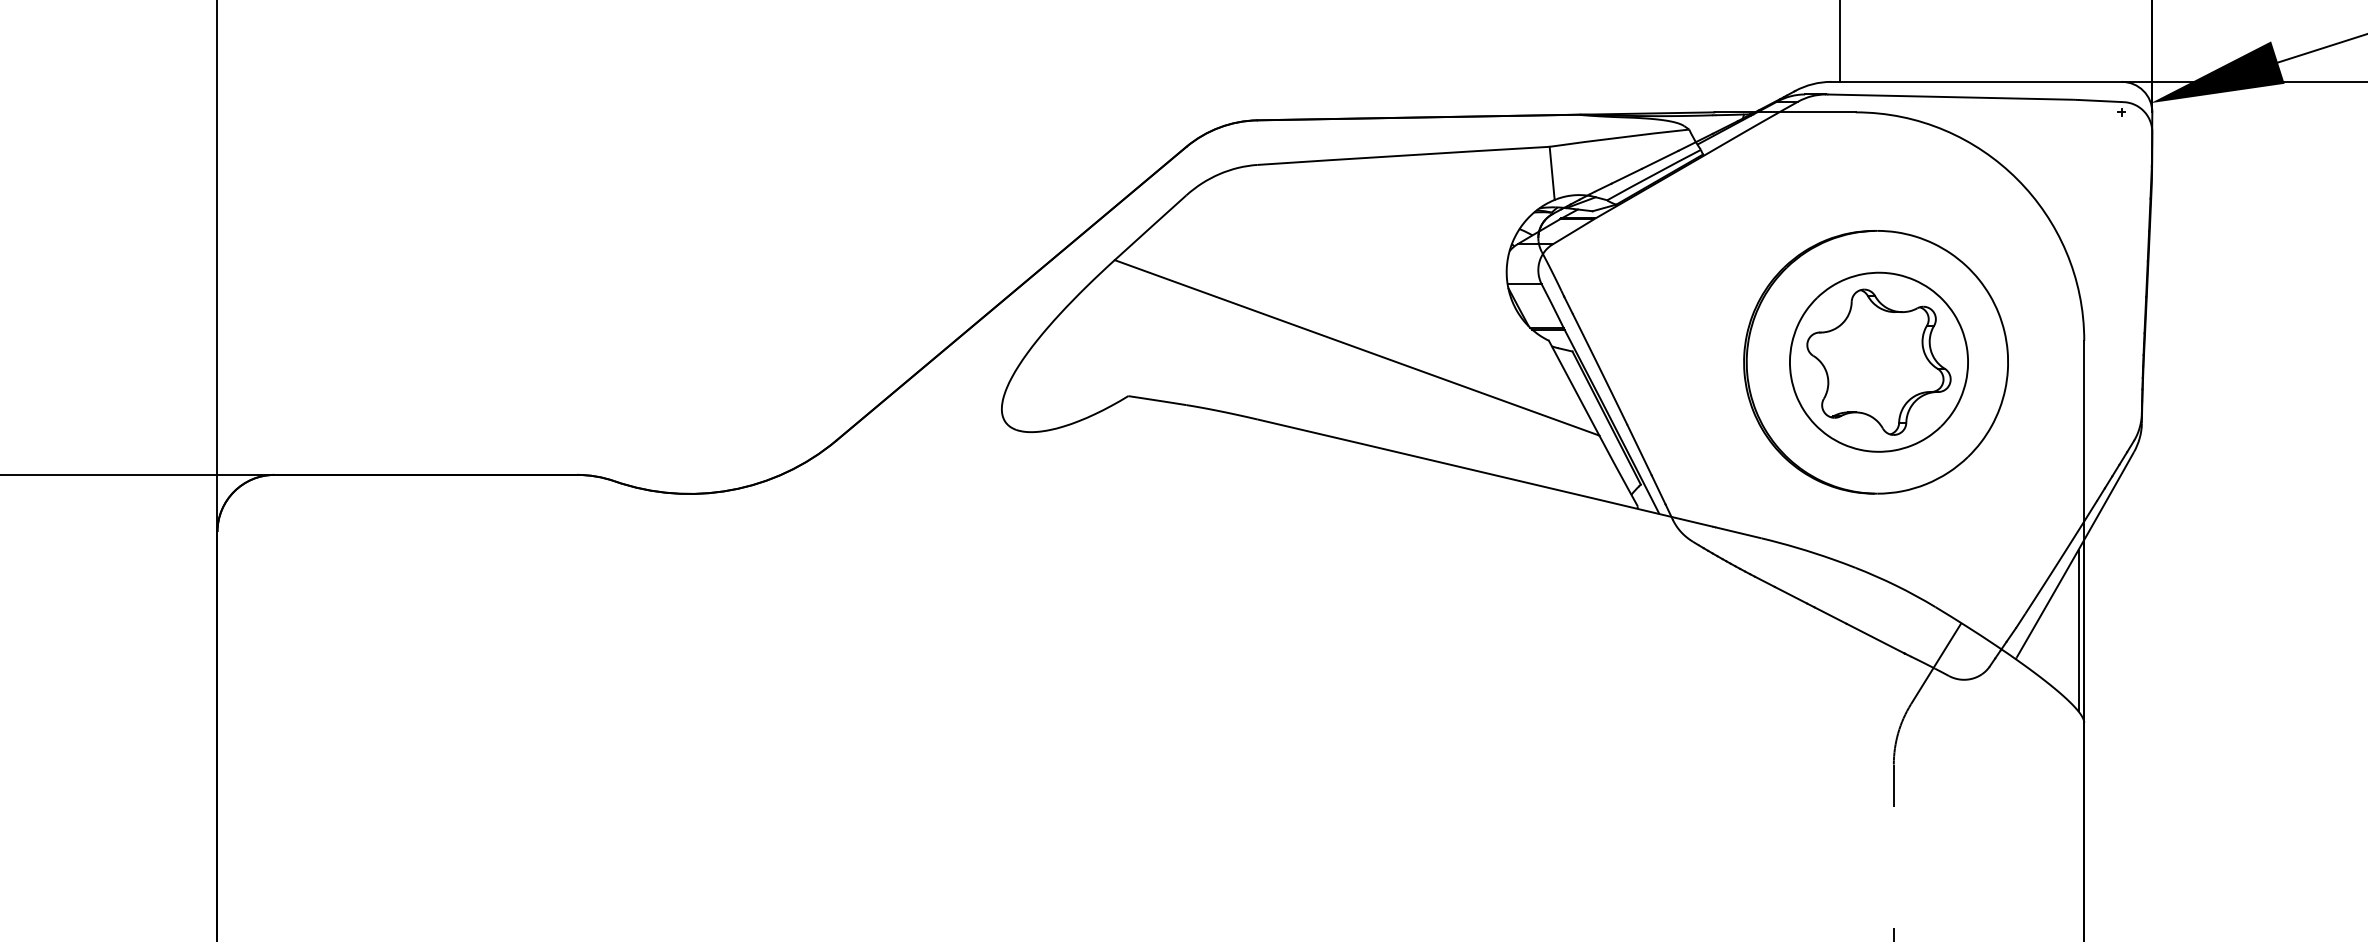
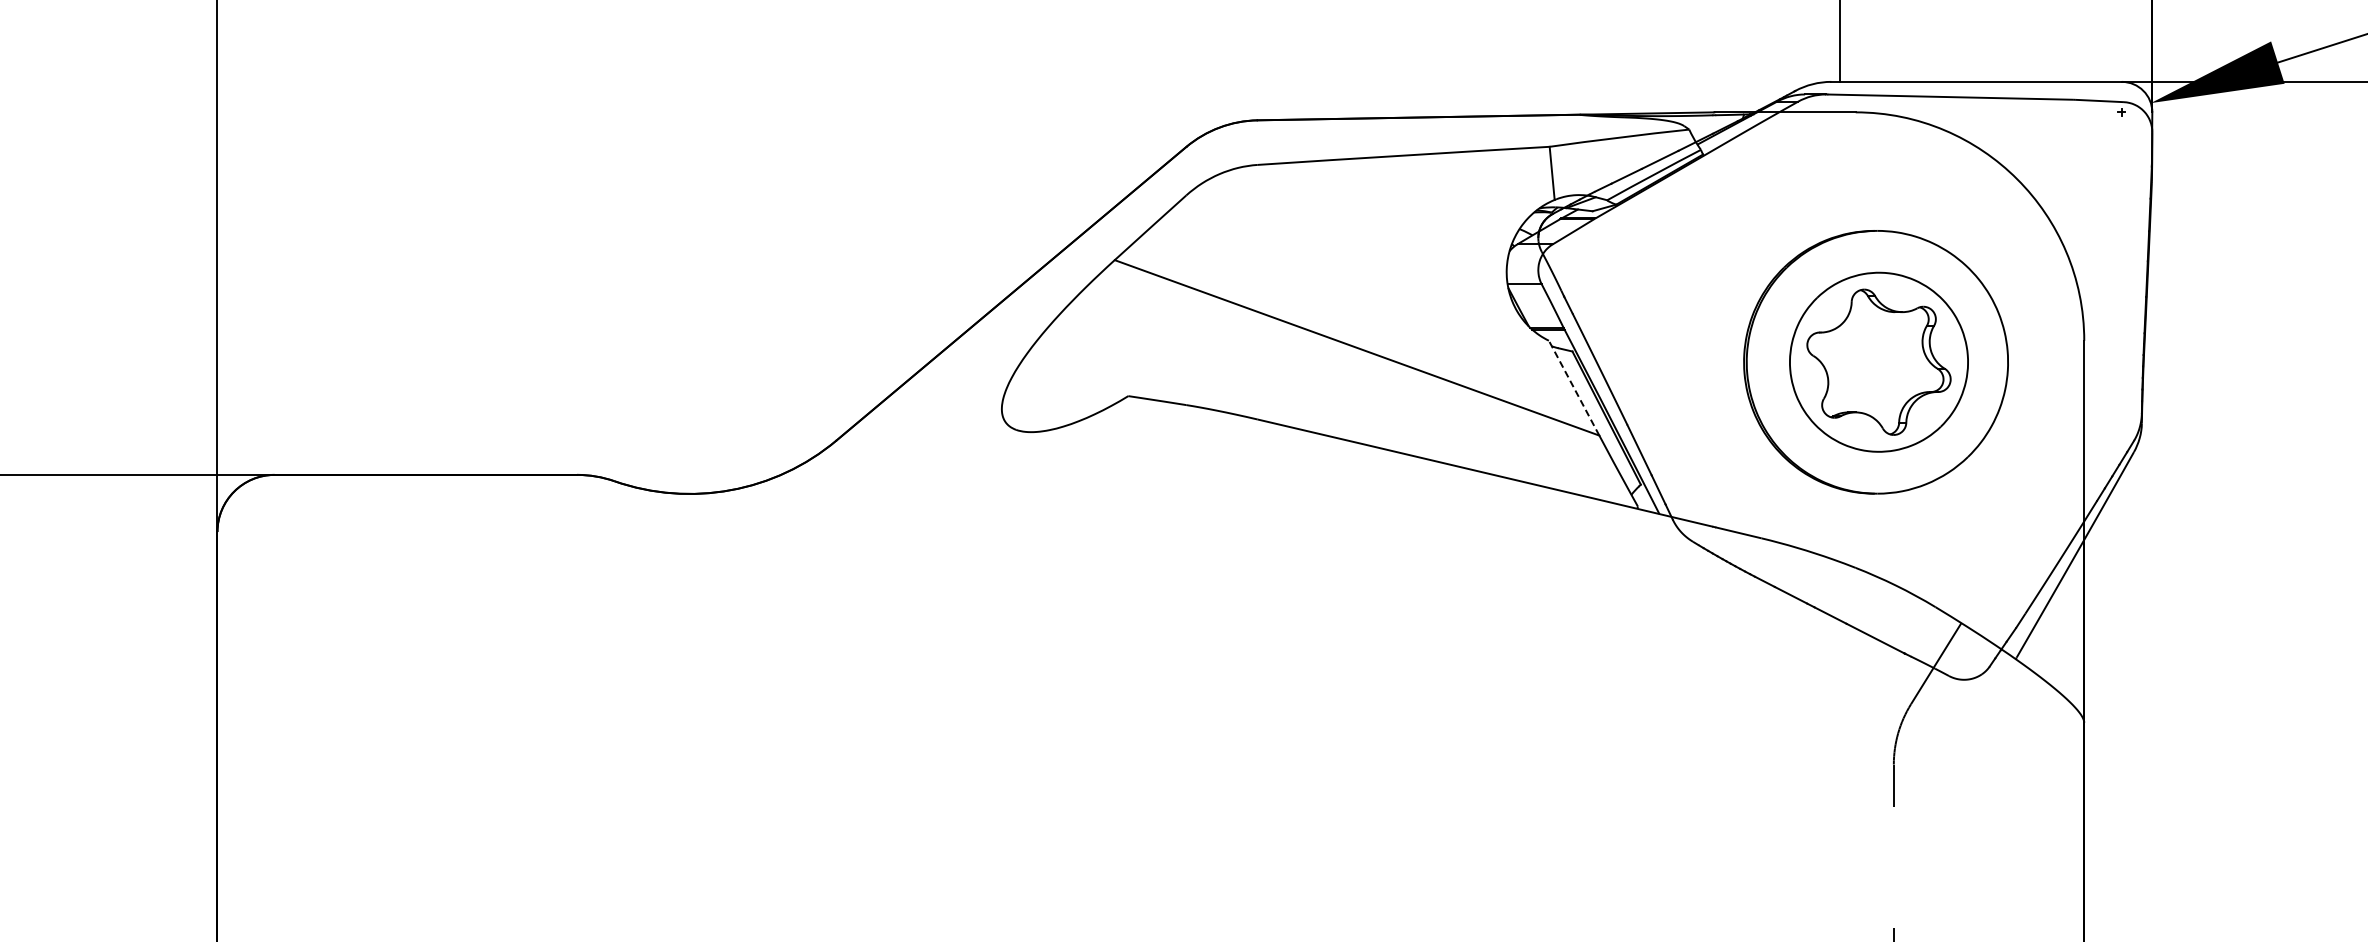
line at (1574, 388): solid -> dashed
line at (2078, 630): present -> none
